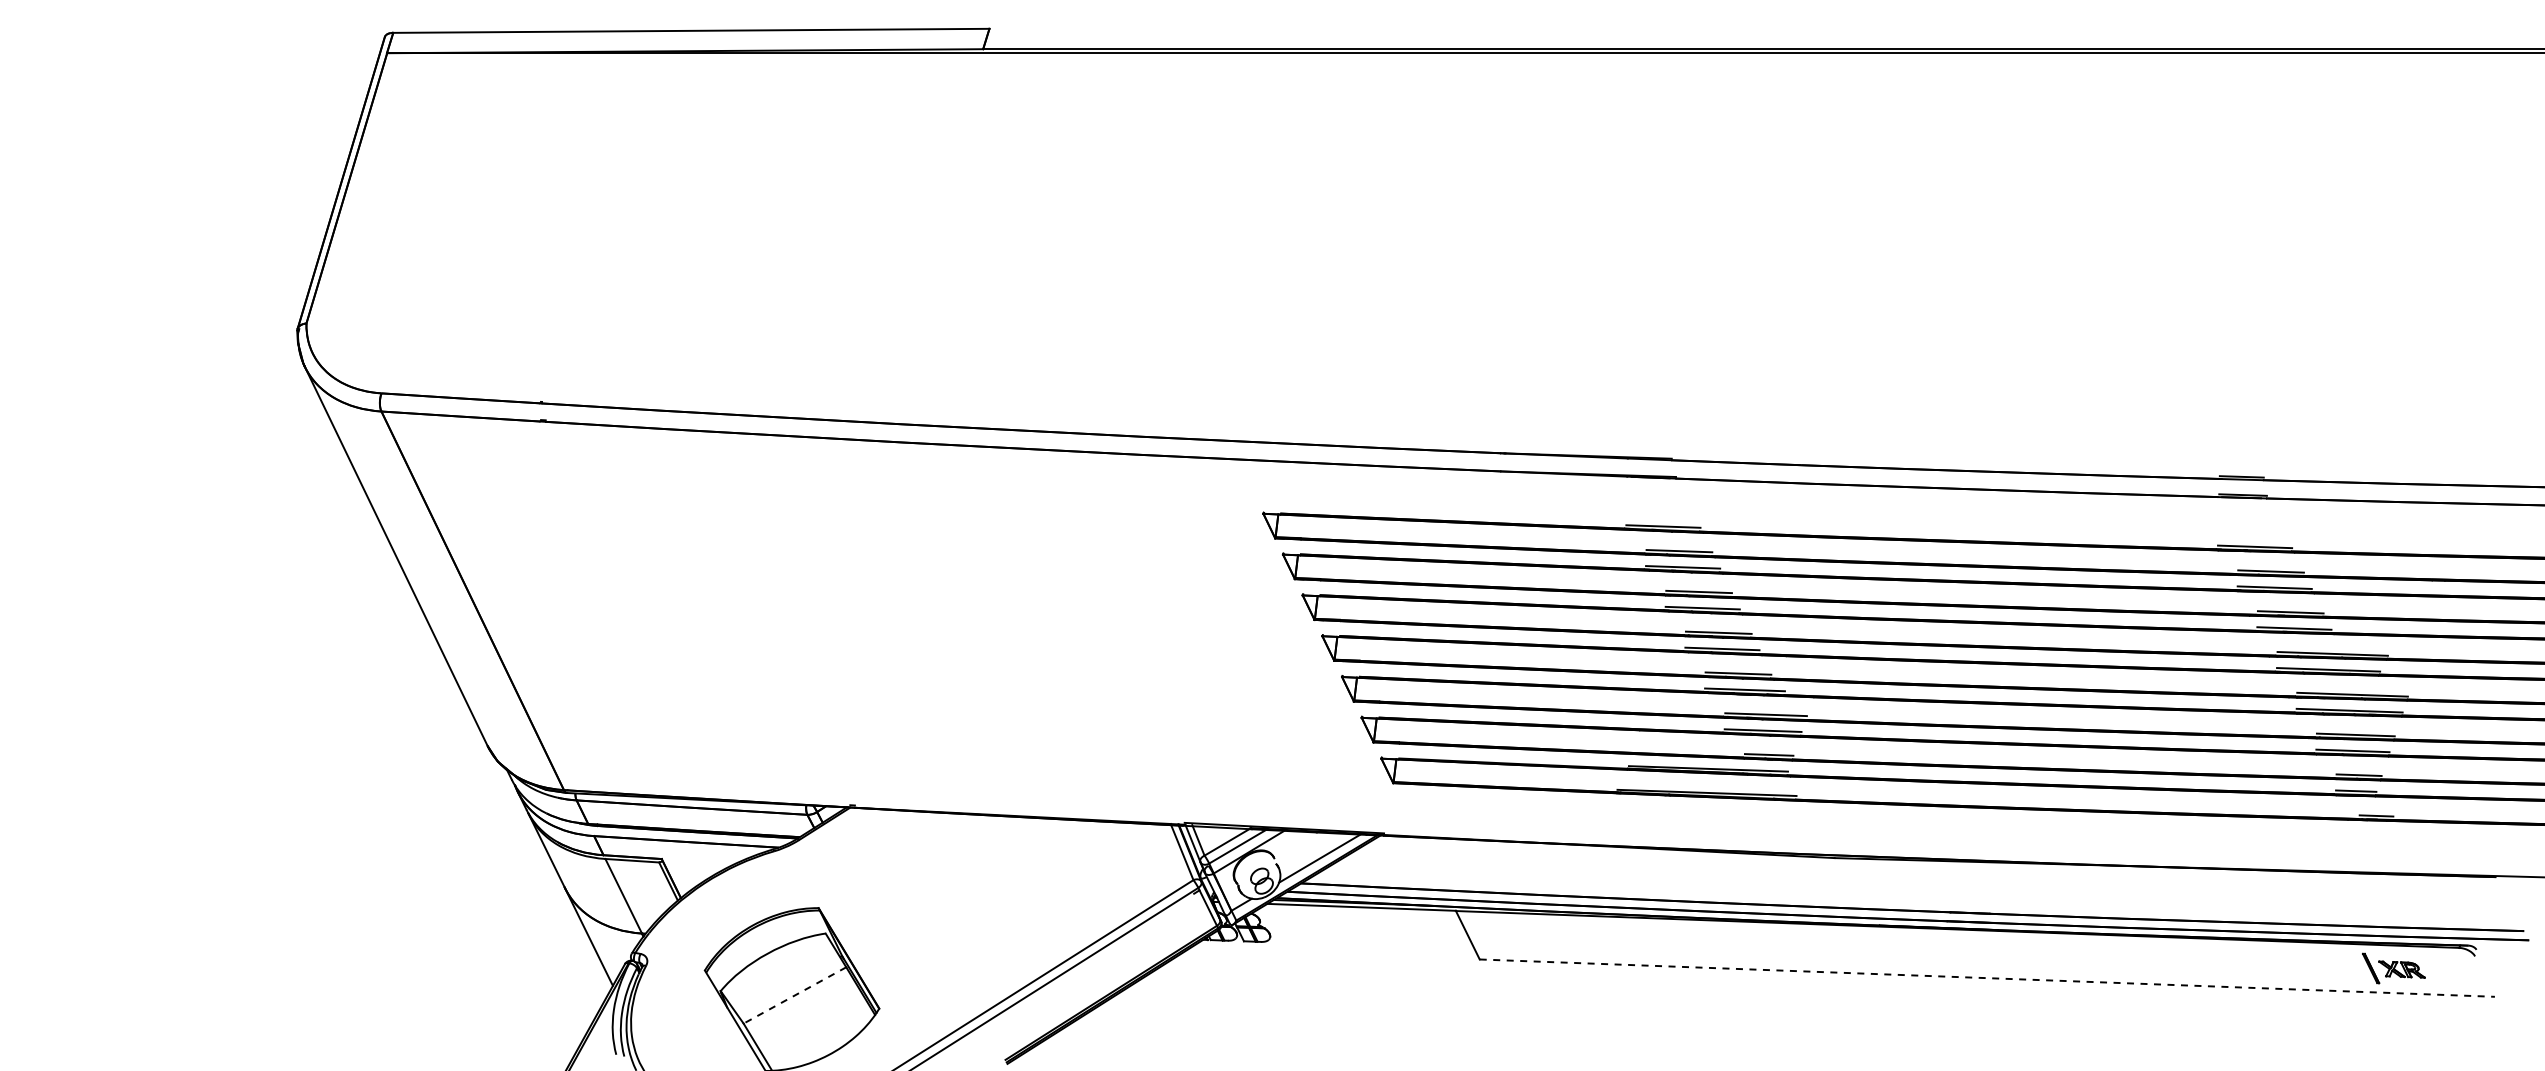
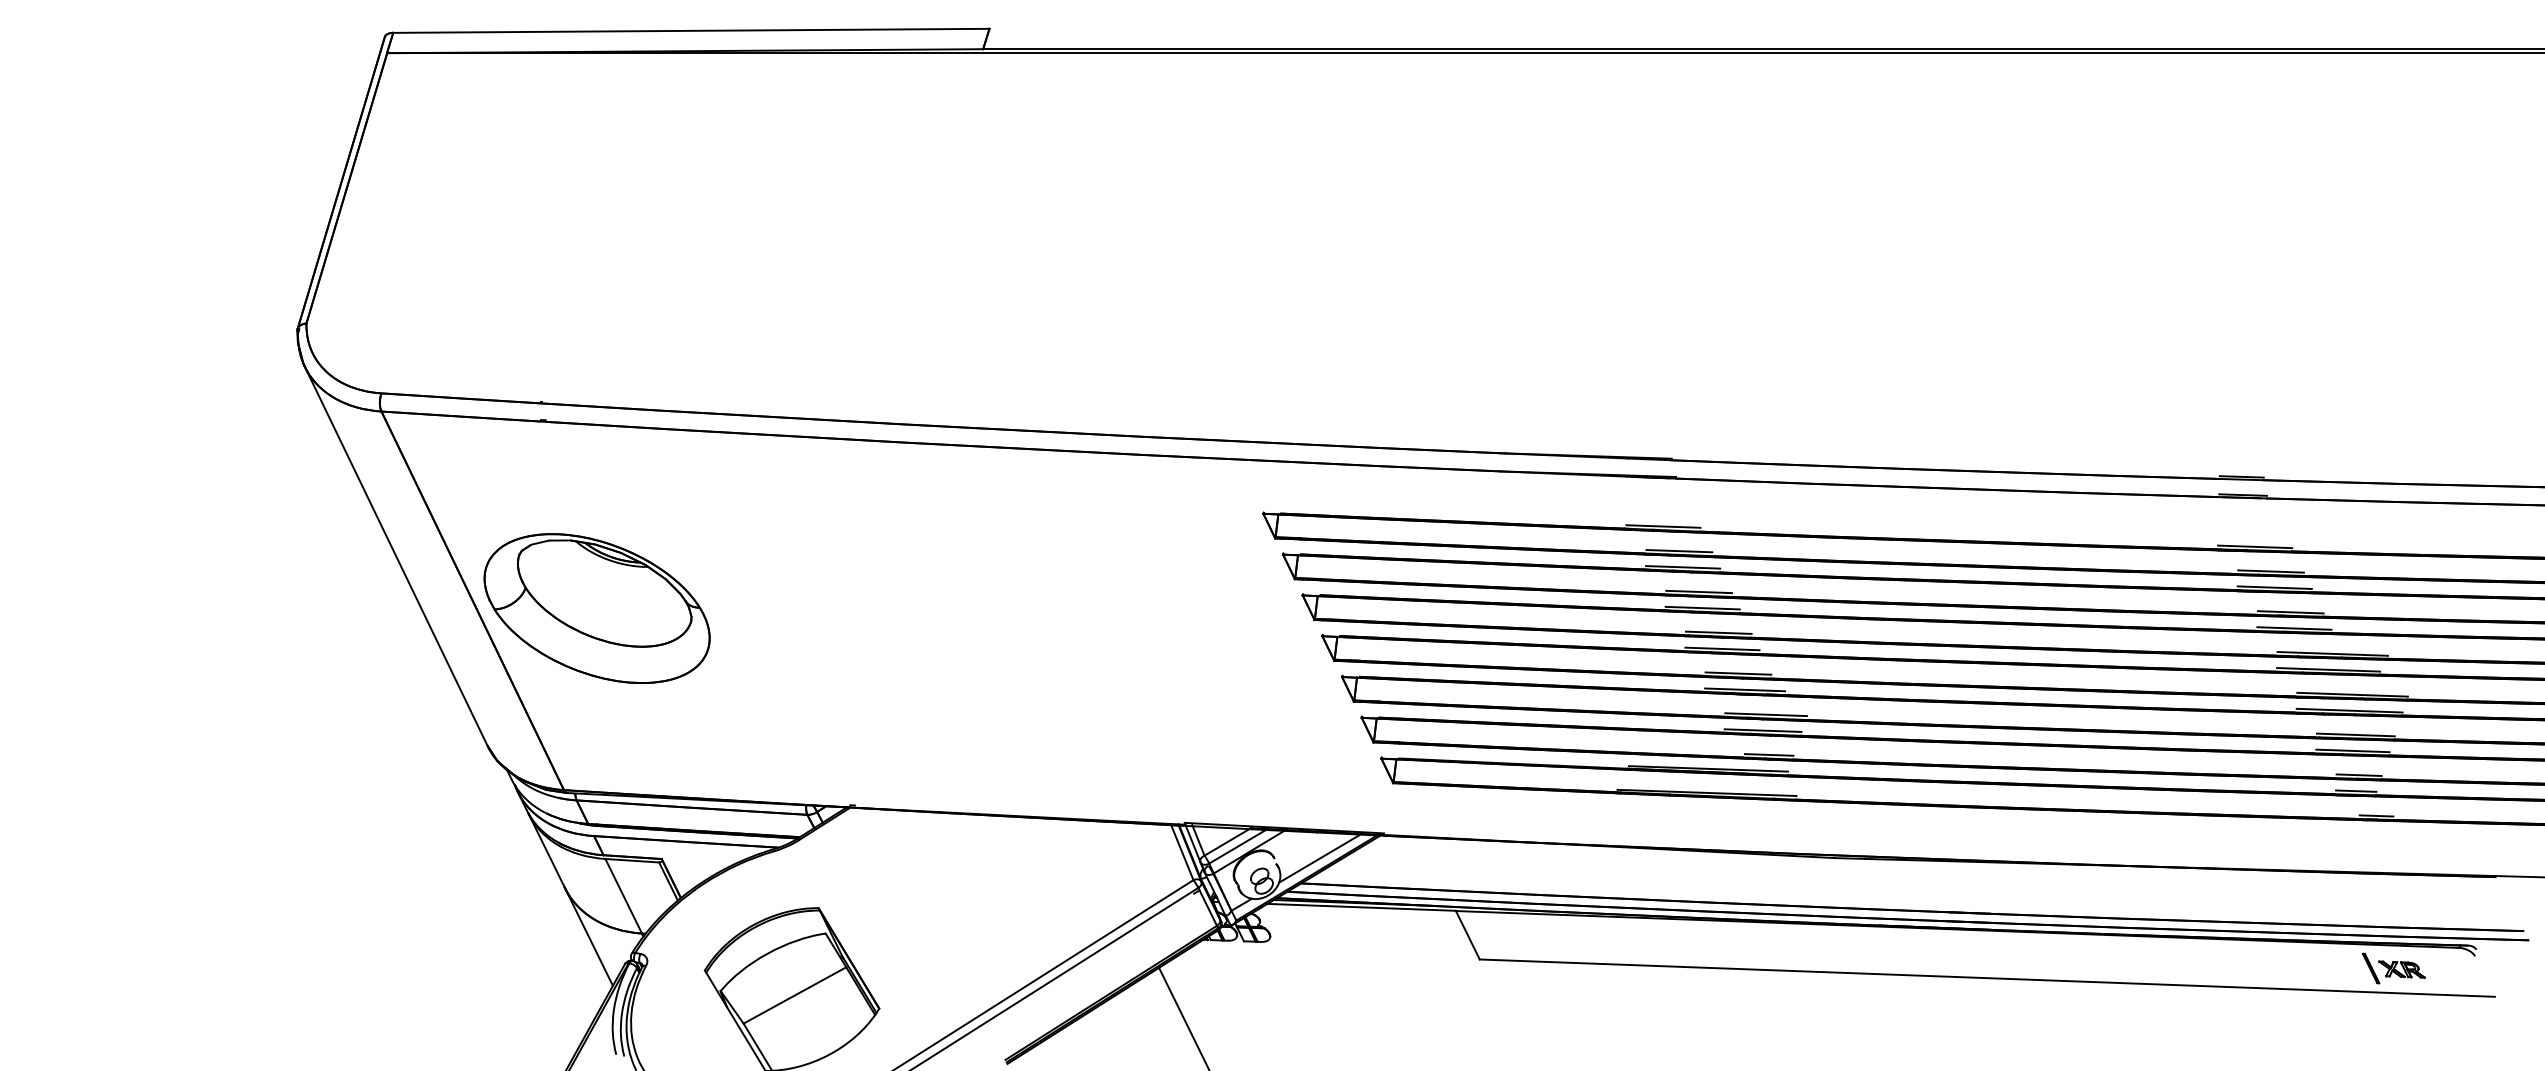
part at (596, 608): none -> present
line at (1987, 978): dashed -> solid
line at (794, 995): dashed -> solid
line at (1183, 1017): none -> present
